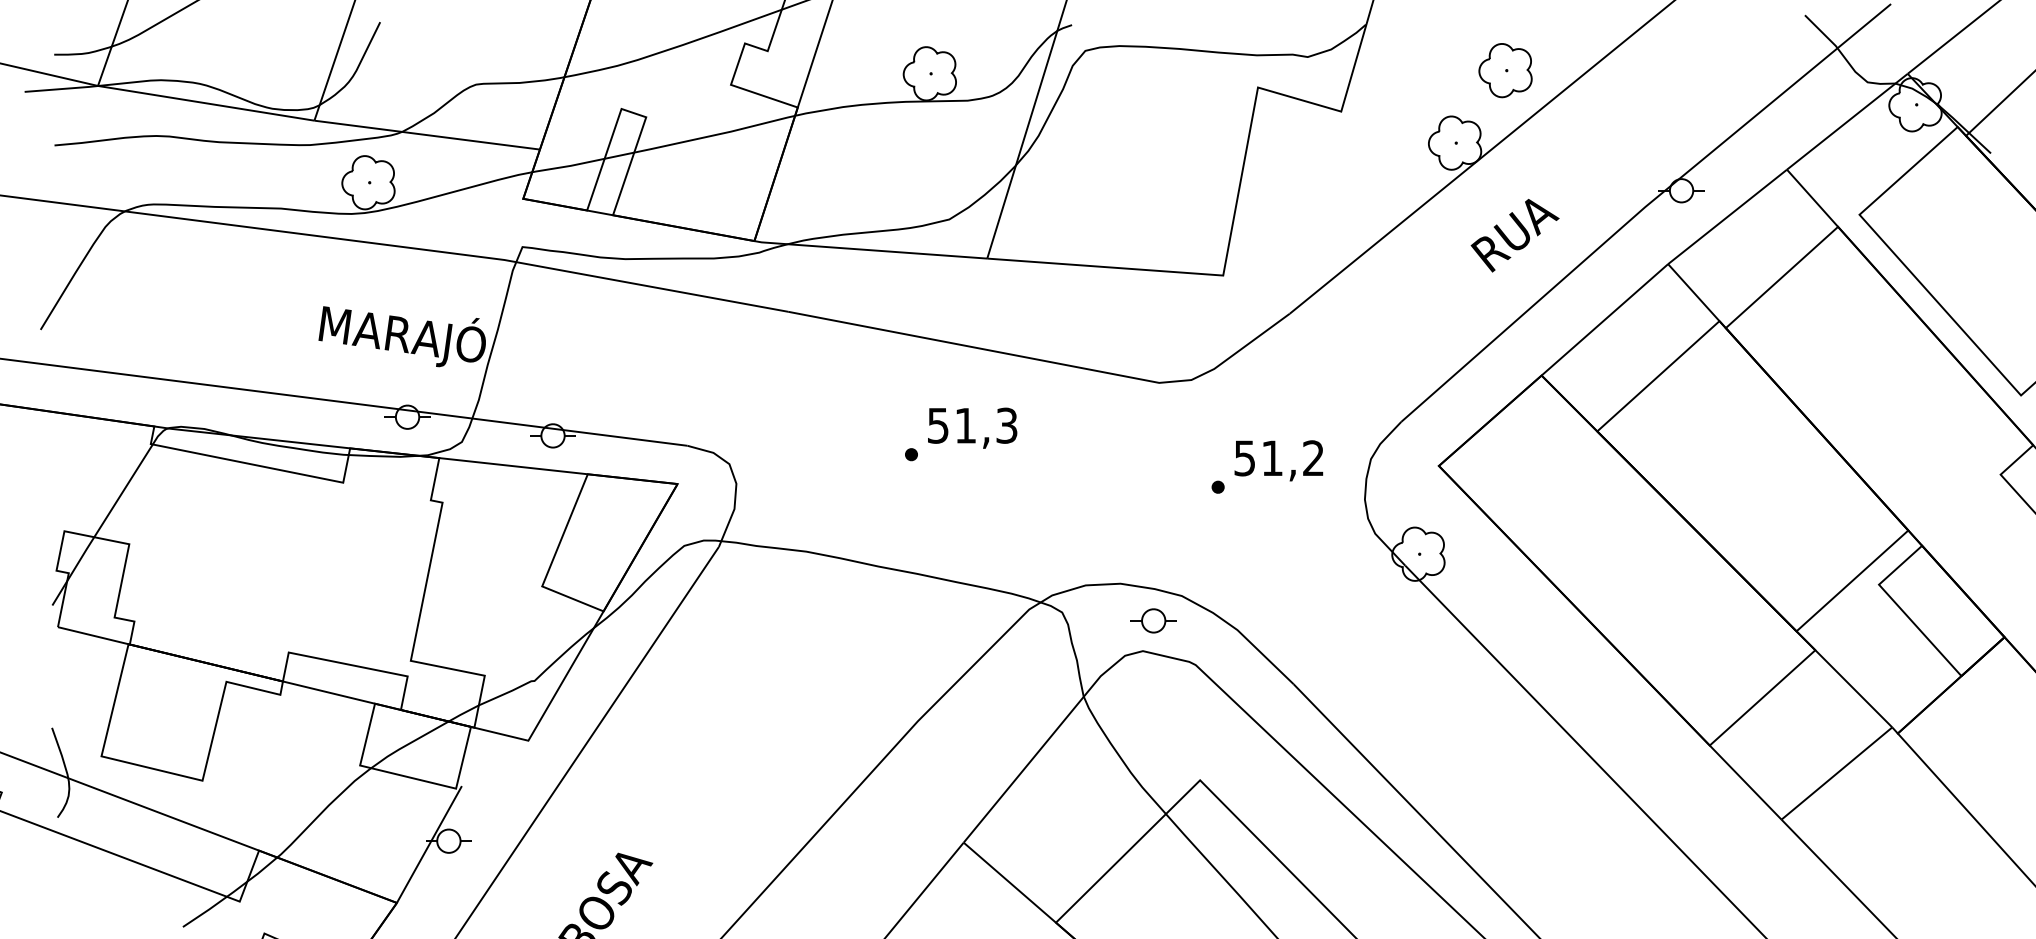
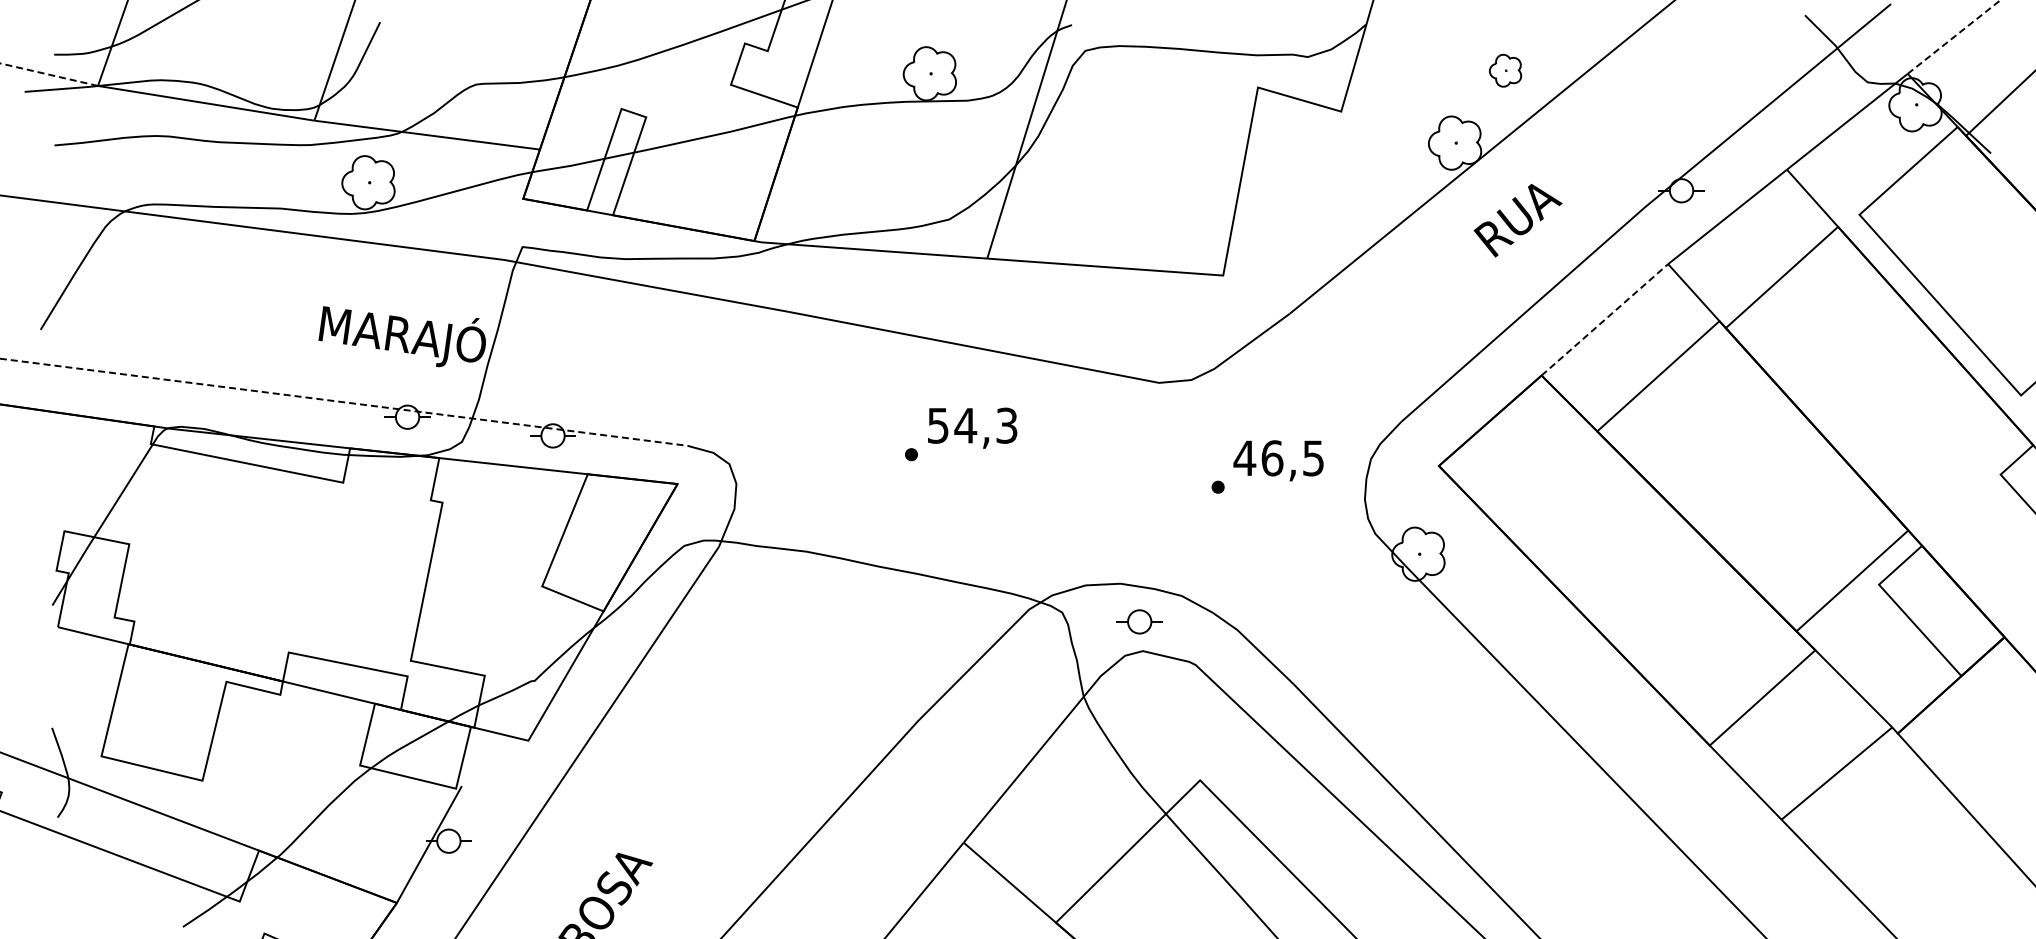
line at (1954, 36): solid -> dashed
part at (1505, 70) size: 55x56 px -> 34x35 px
line at (49, 74): solid -> dashed
text at (1514, 235) position: (1514, 235) -> (1517, 220)
line at (1605, 319): solid -> dashed
line at (344, 402): solid -> dashed
text at (965, 425): 51,3 -> 54,3
text at (1278, 458): 51,2 -> 46,5
part at (1153, 620) position: (1153, 620) -> (1139, 621)
